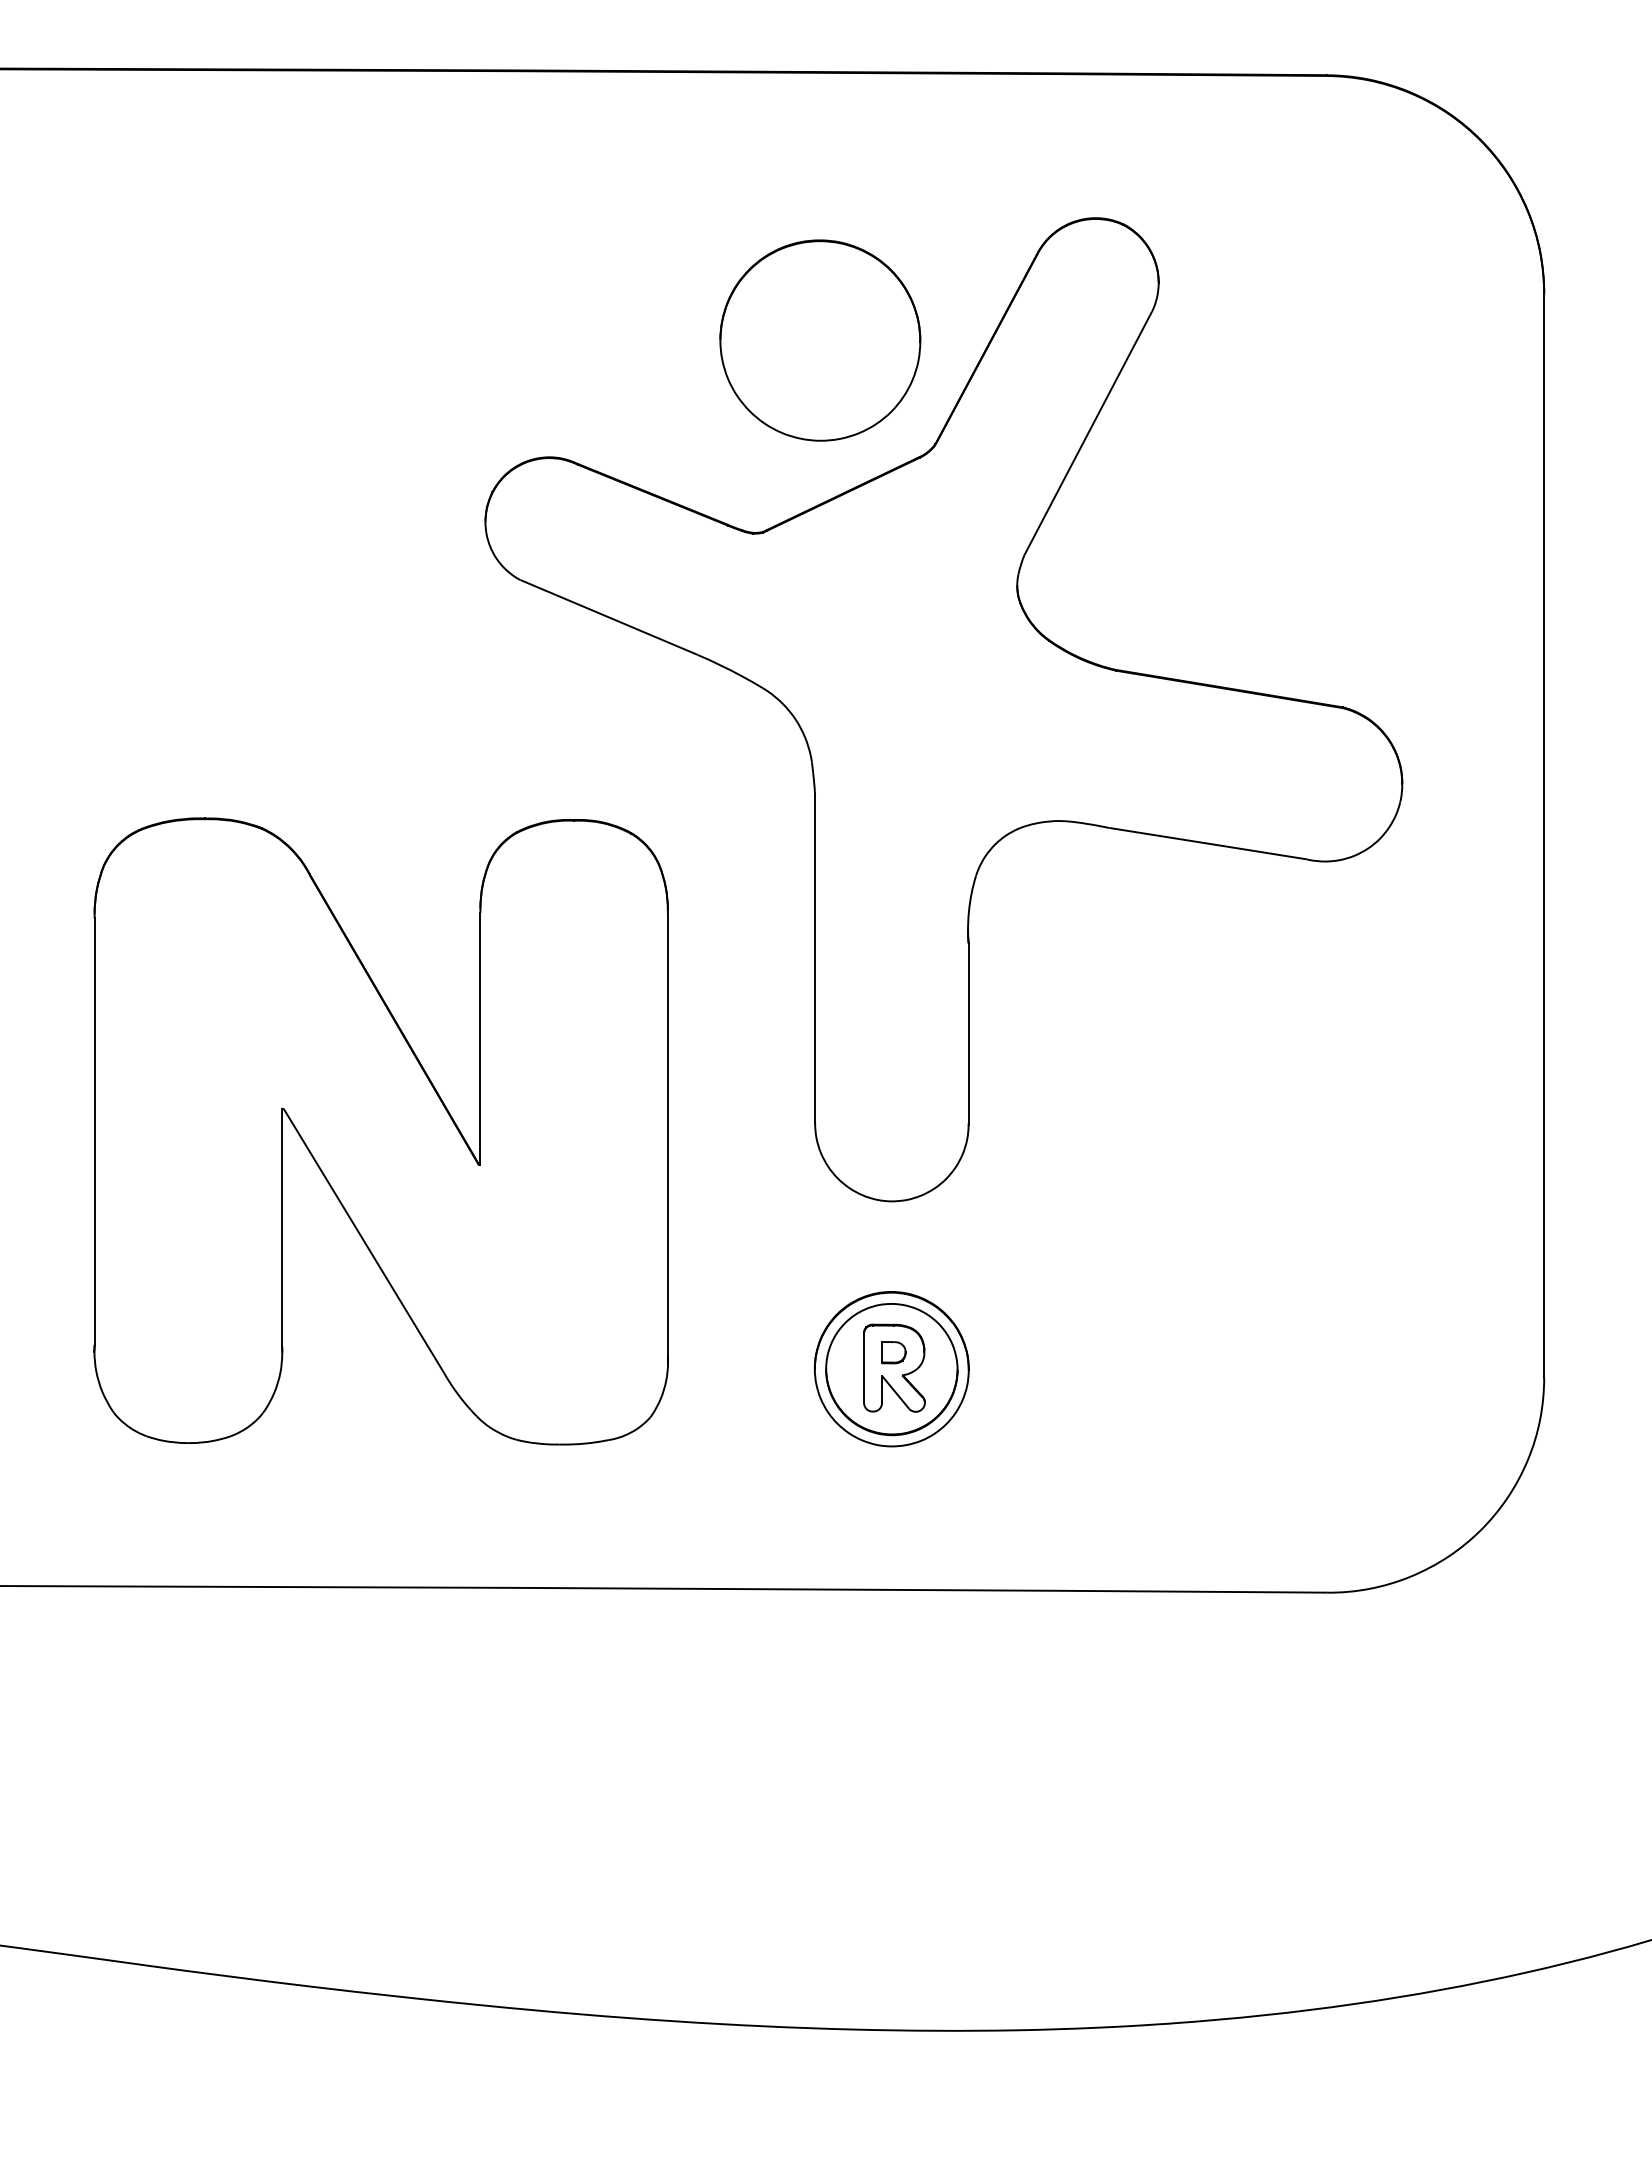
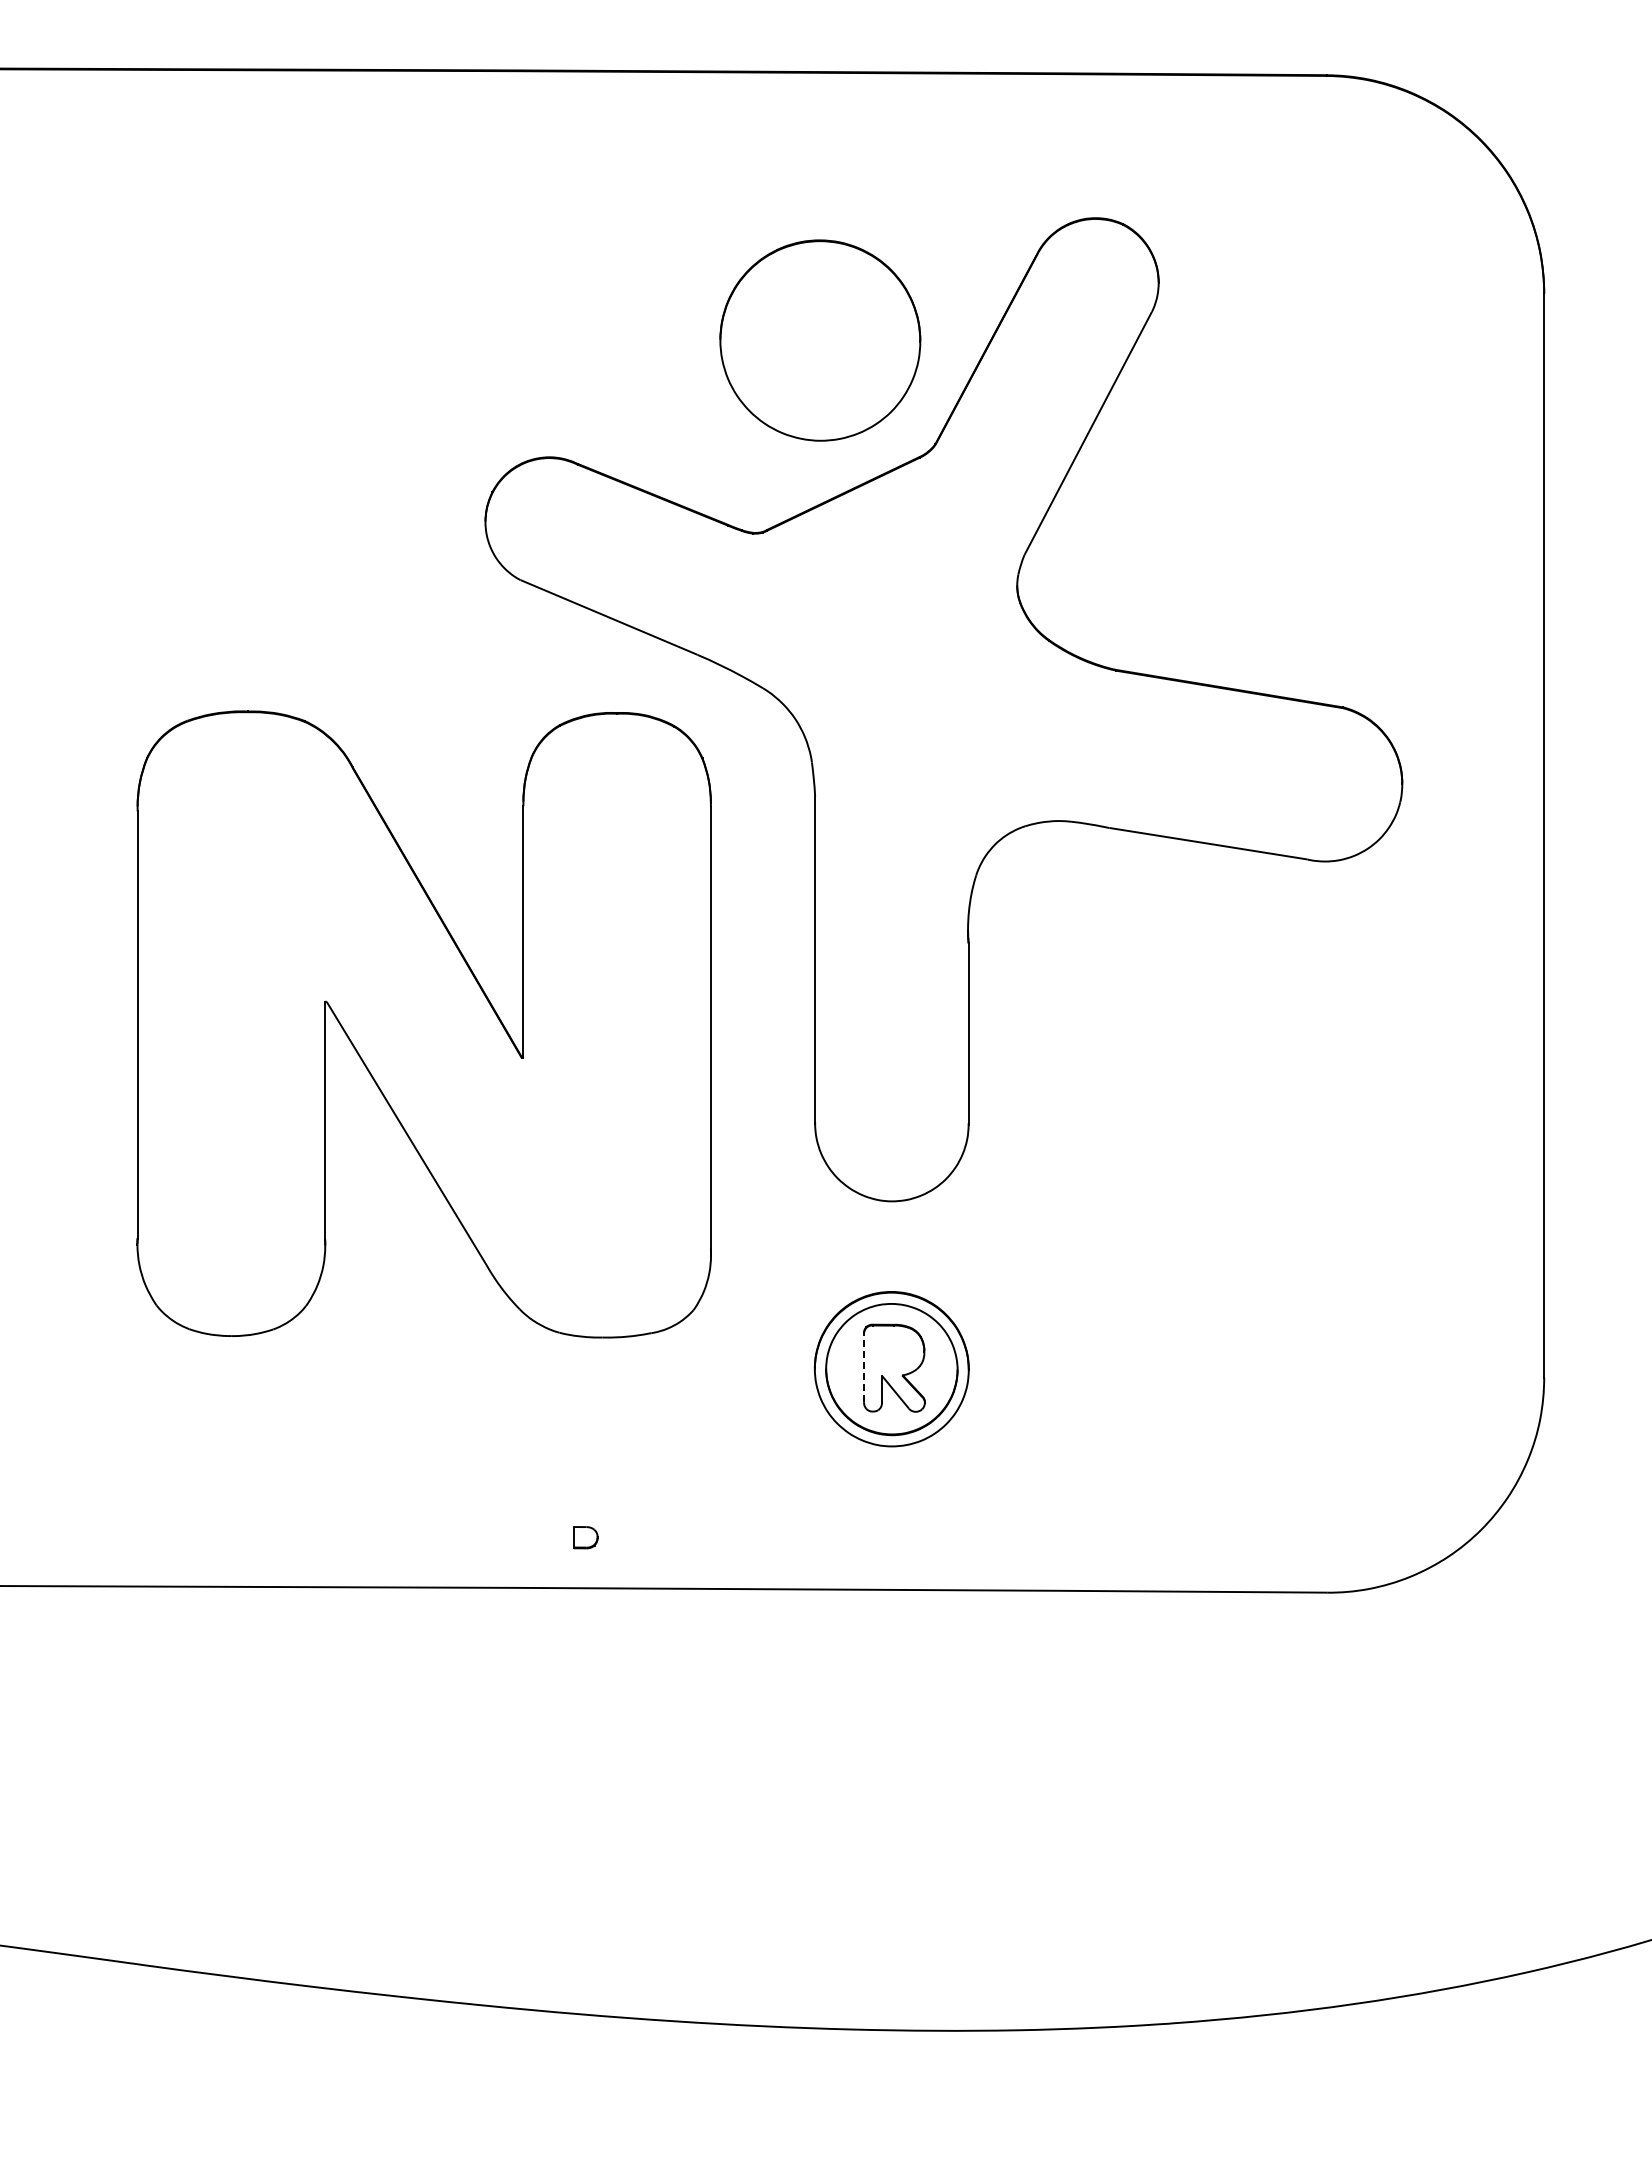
part at (380, 1131) position: (380, 1131) -> (423, 1024)
part at (893, 1352) position: (893, 1352) -> (585, 1537)
line at (864, 1368): solid -> dashed
